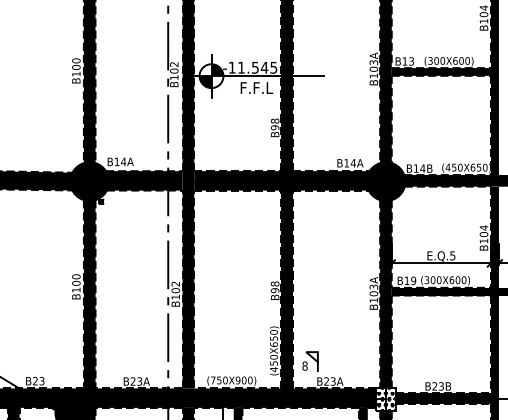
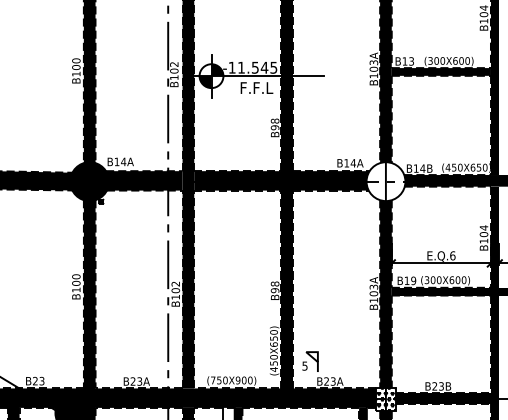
fill at (385, 181): present -> none
text at (452, 255): E.Q.5 -> E.Q.6
text at (304, 365): 8 -> 5
